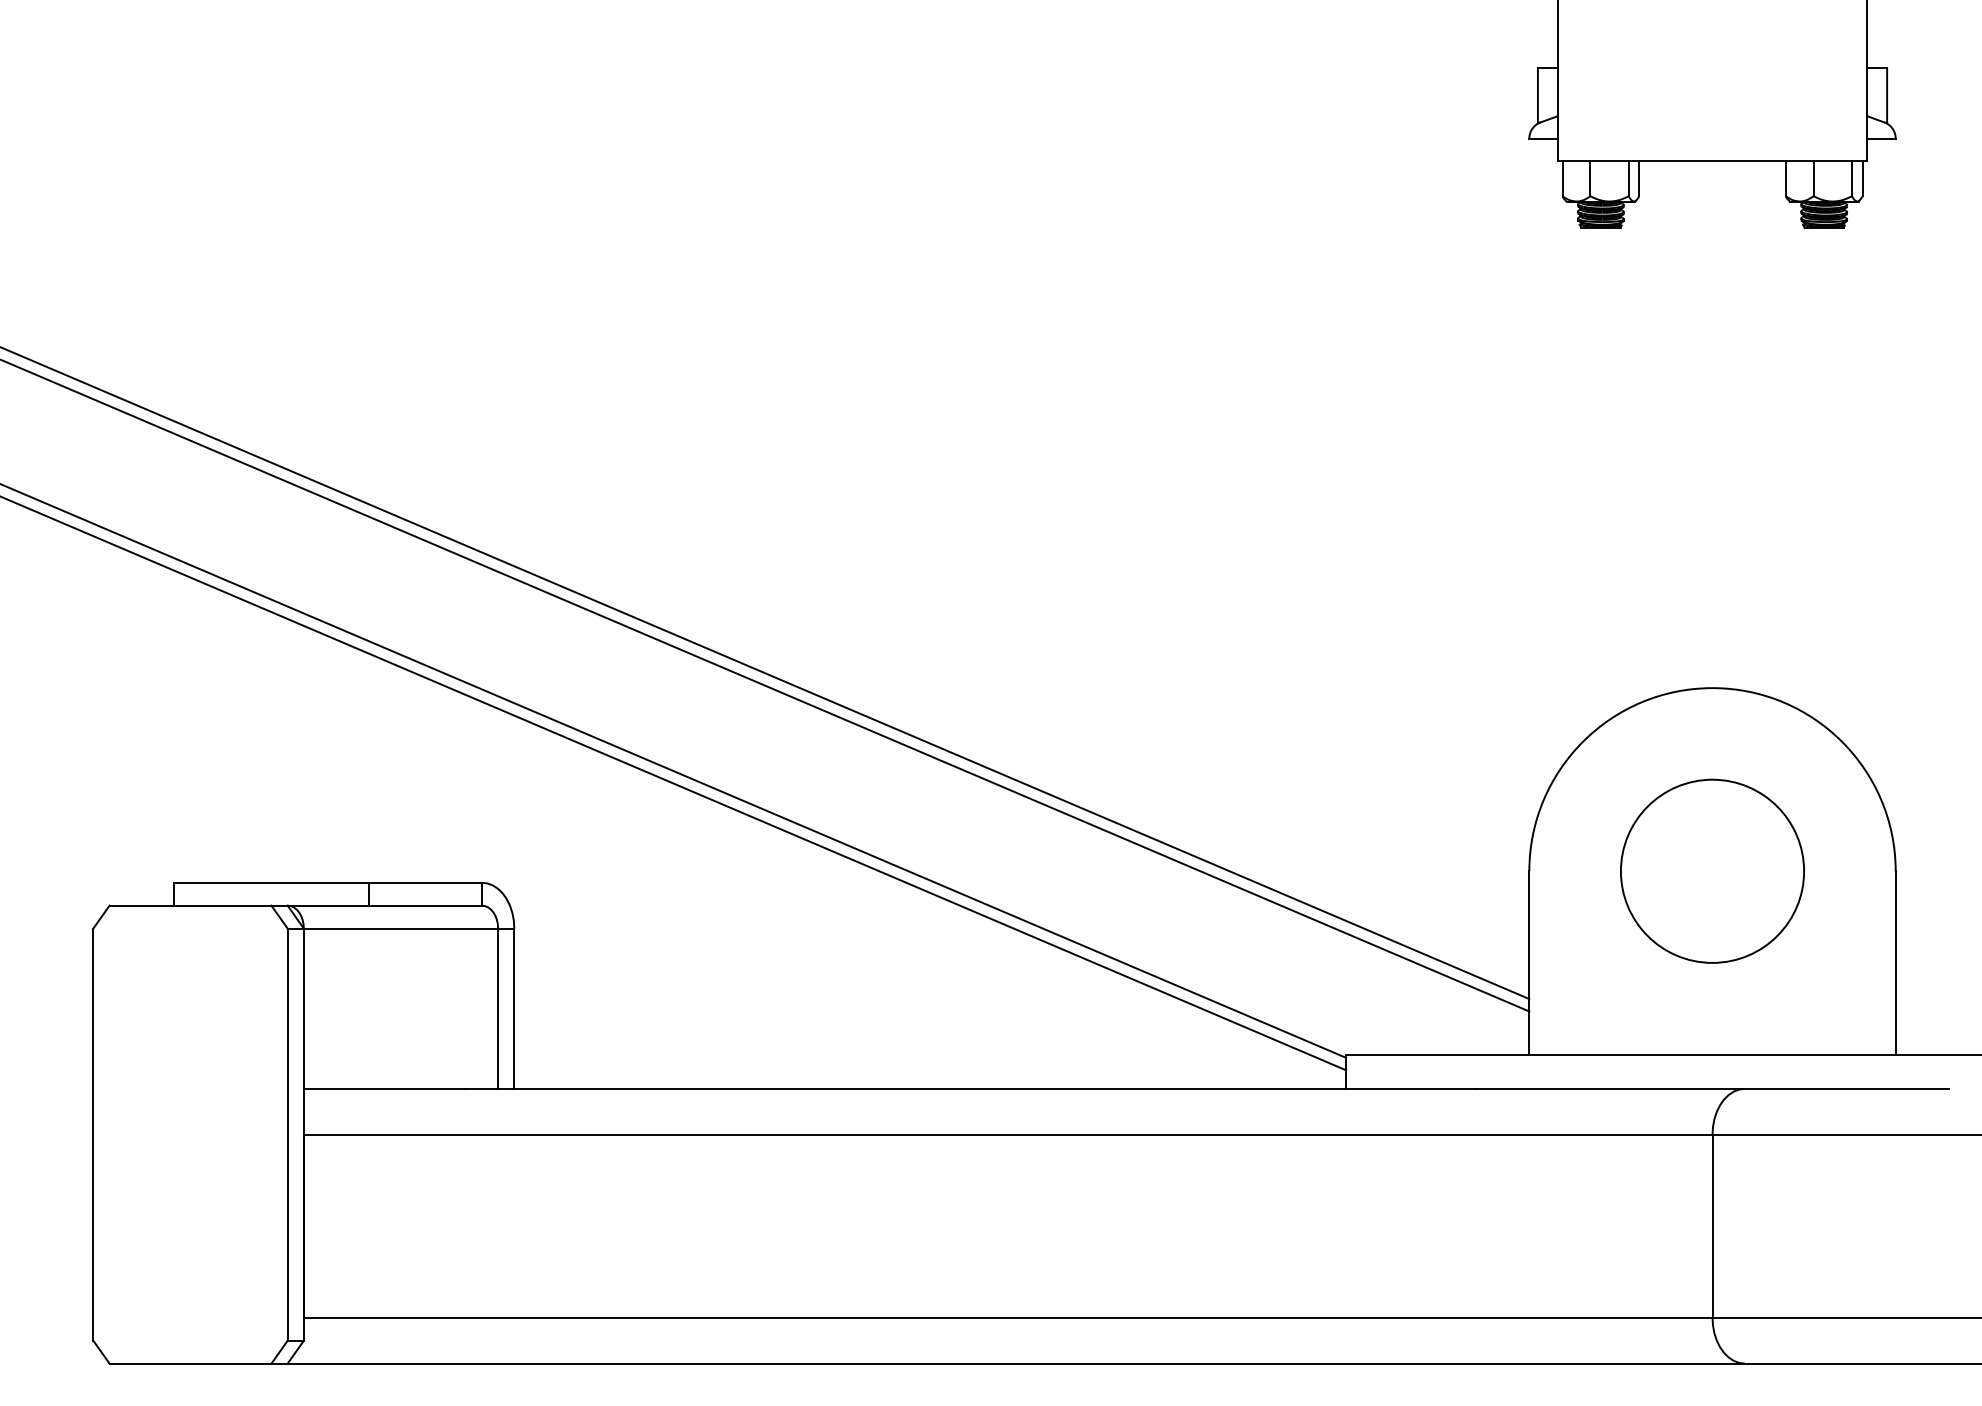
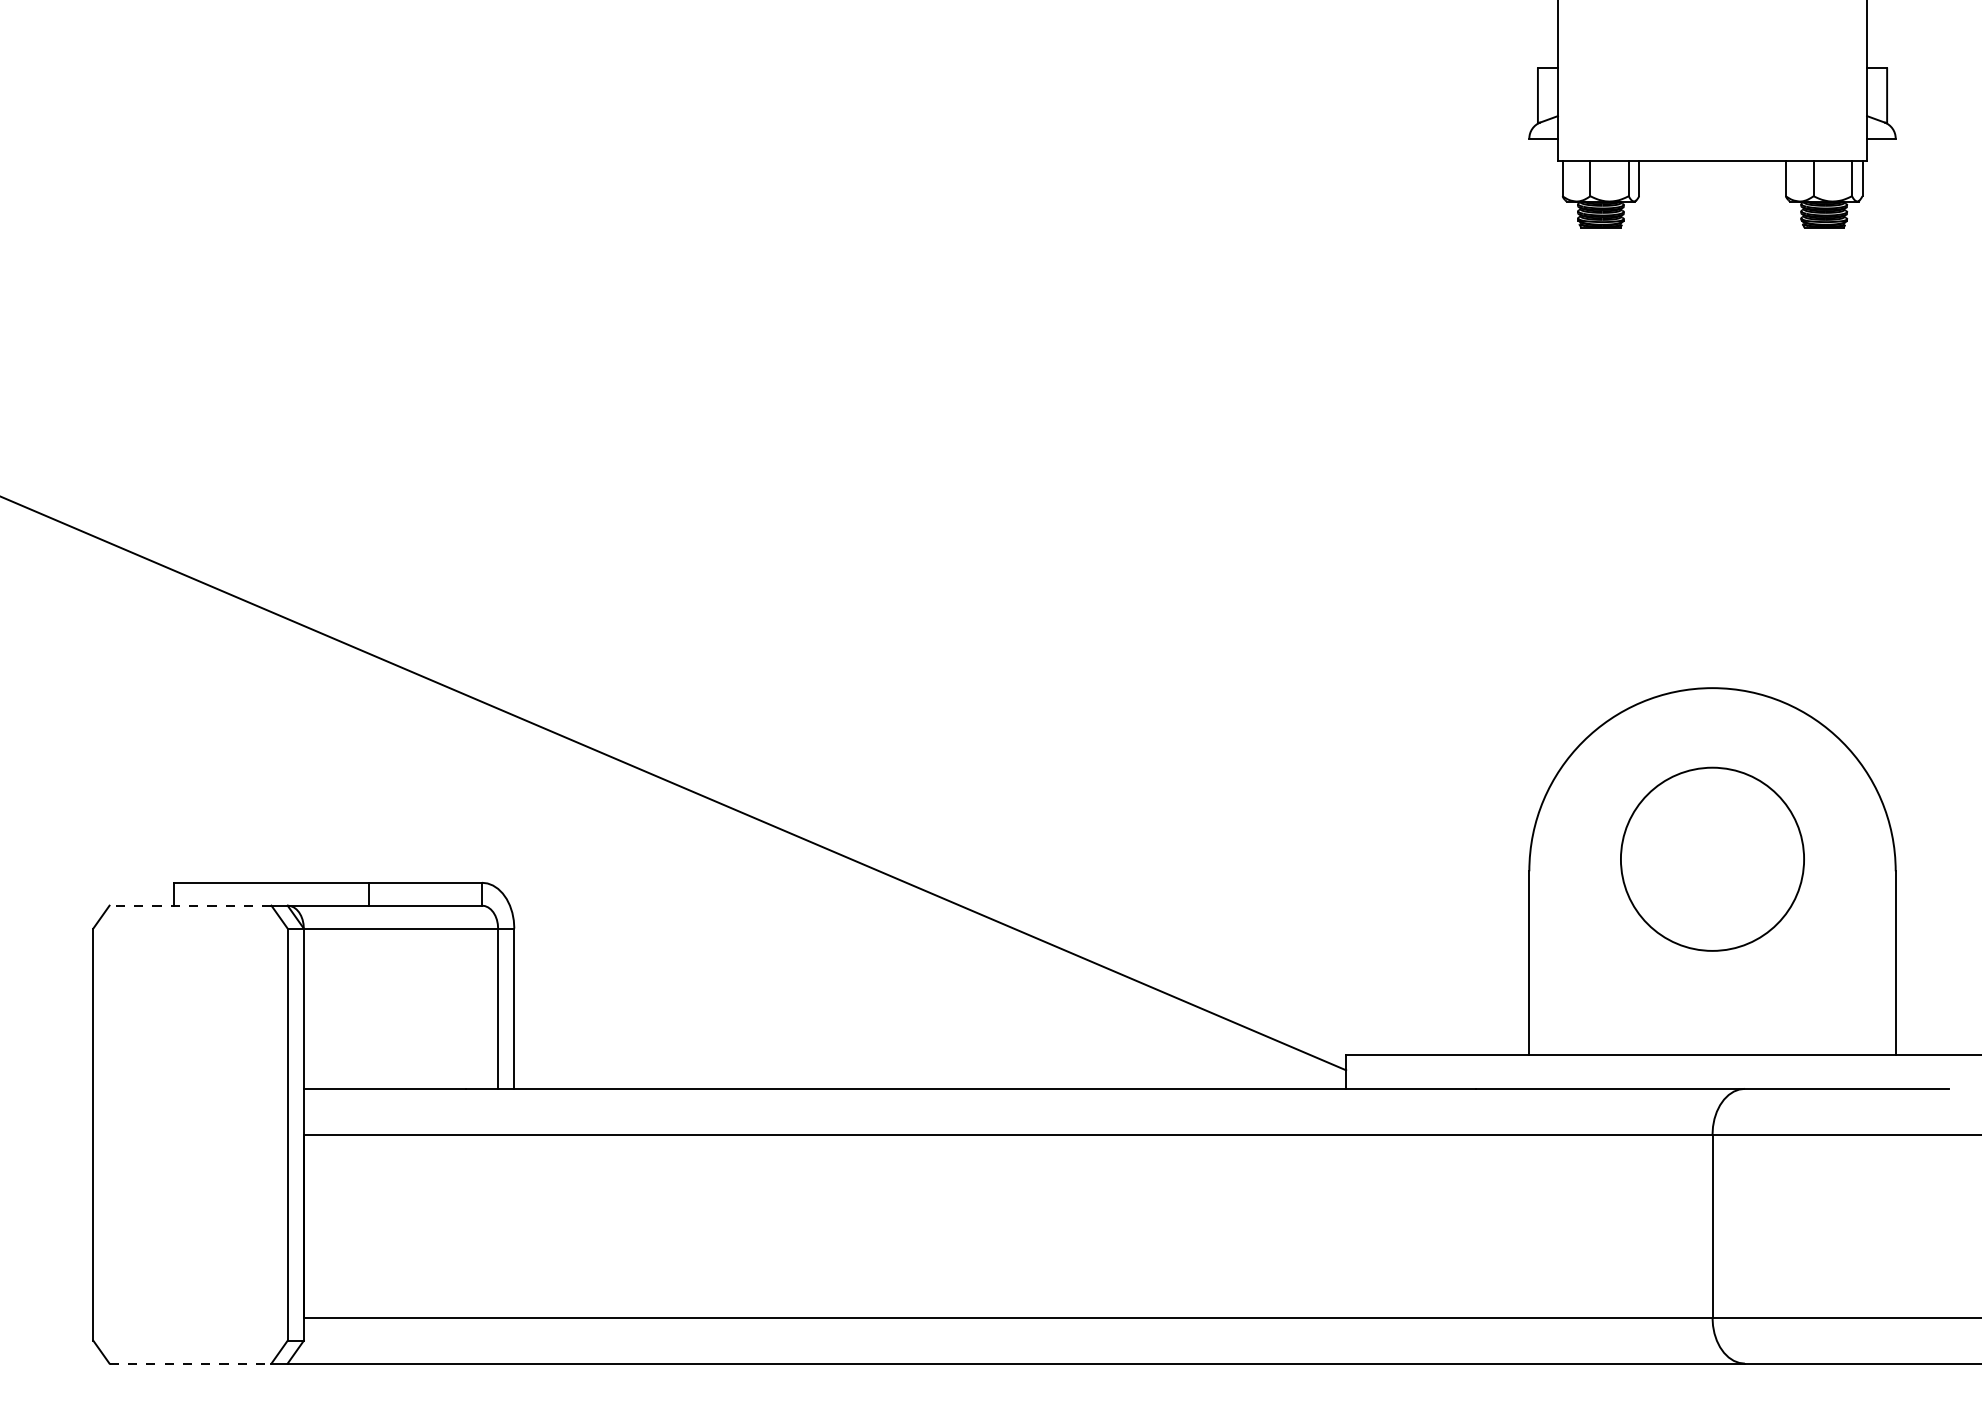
line at (765, 673): present -> none
line at (765, 685): present -> none
line at (674, 771): present -> none
circle at (1712, 870) position: (1712, 870) -> (1712, 858)
line at (190, 905): solid -> dashed
line at (190, 1363): solid -> dashed
